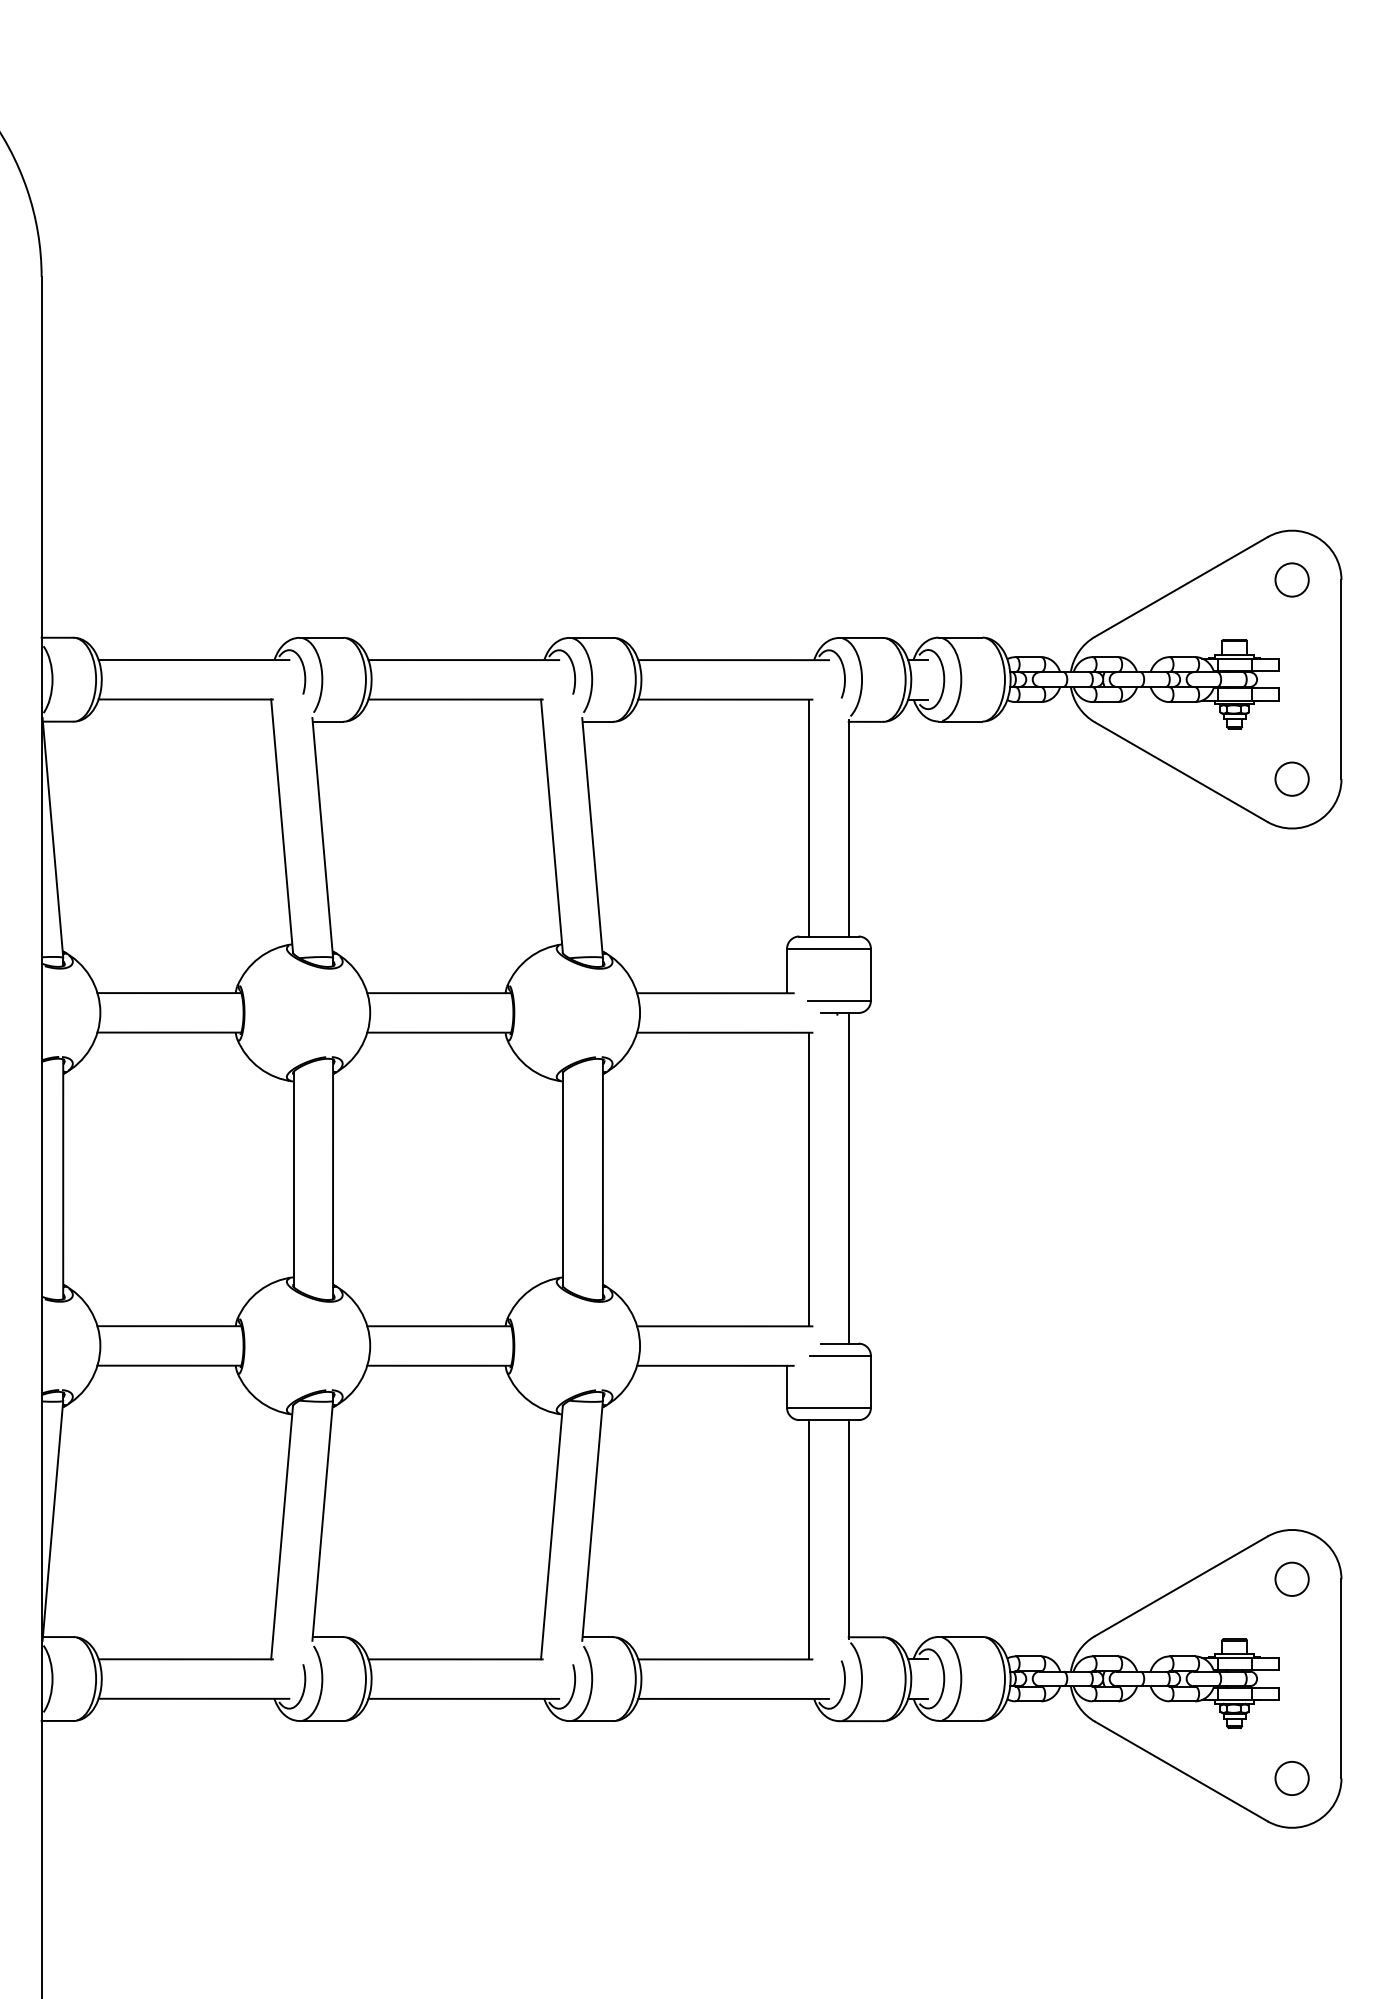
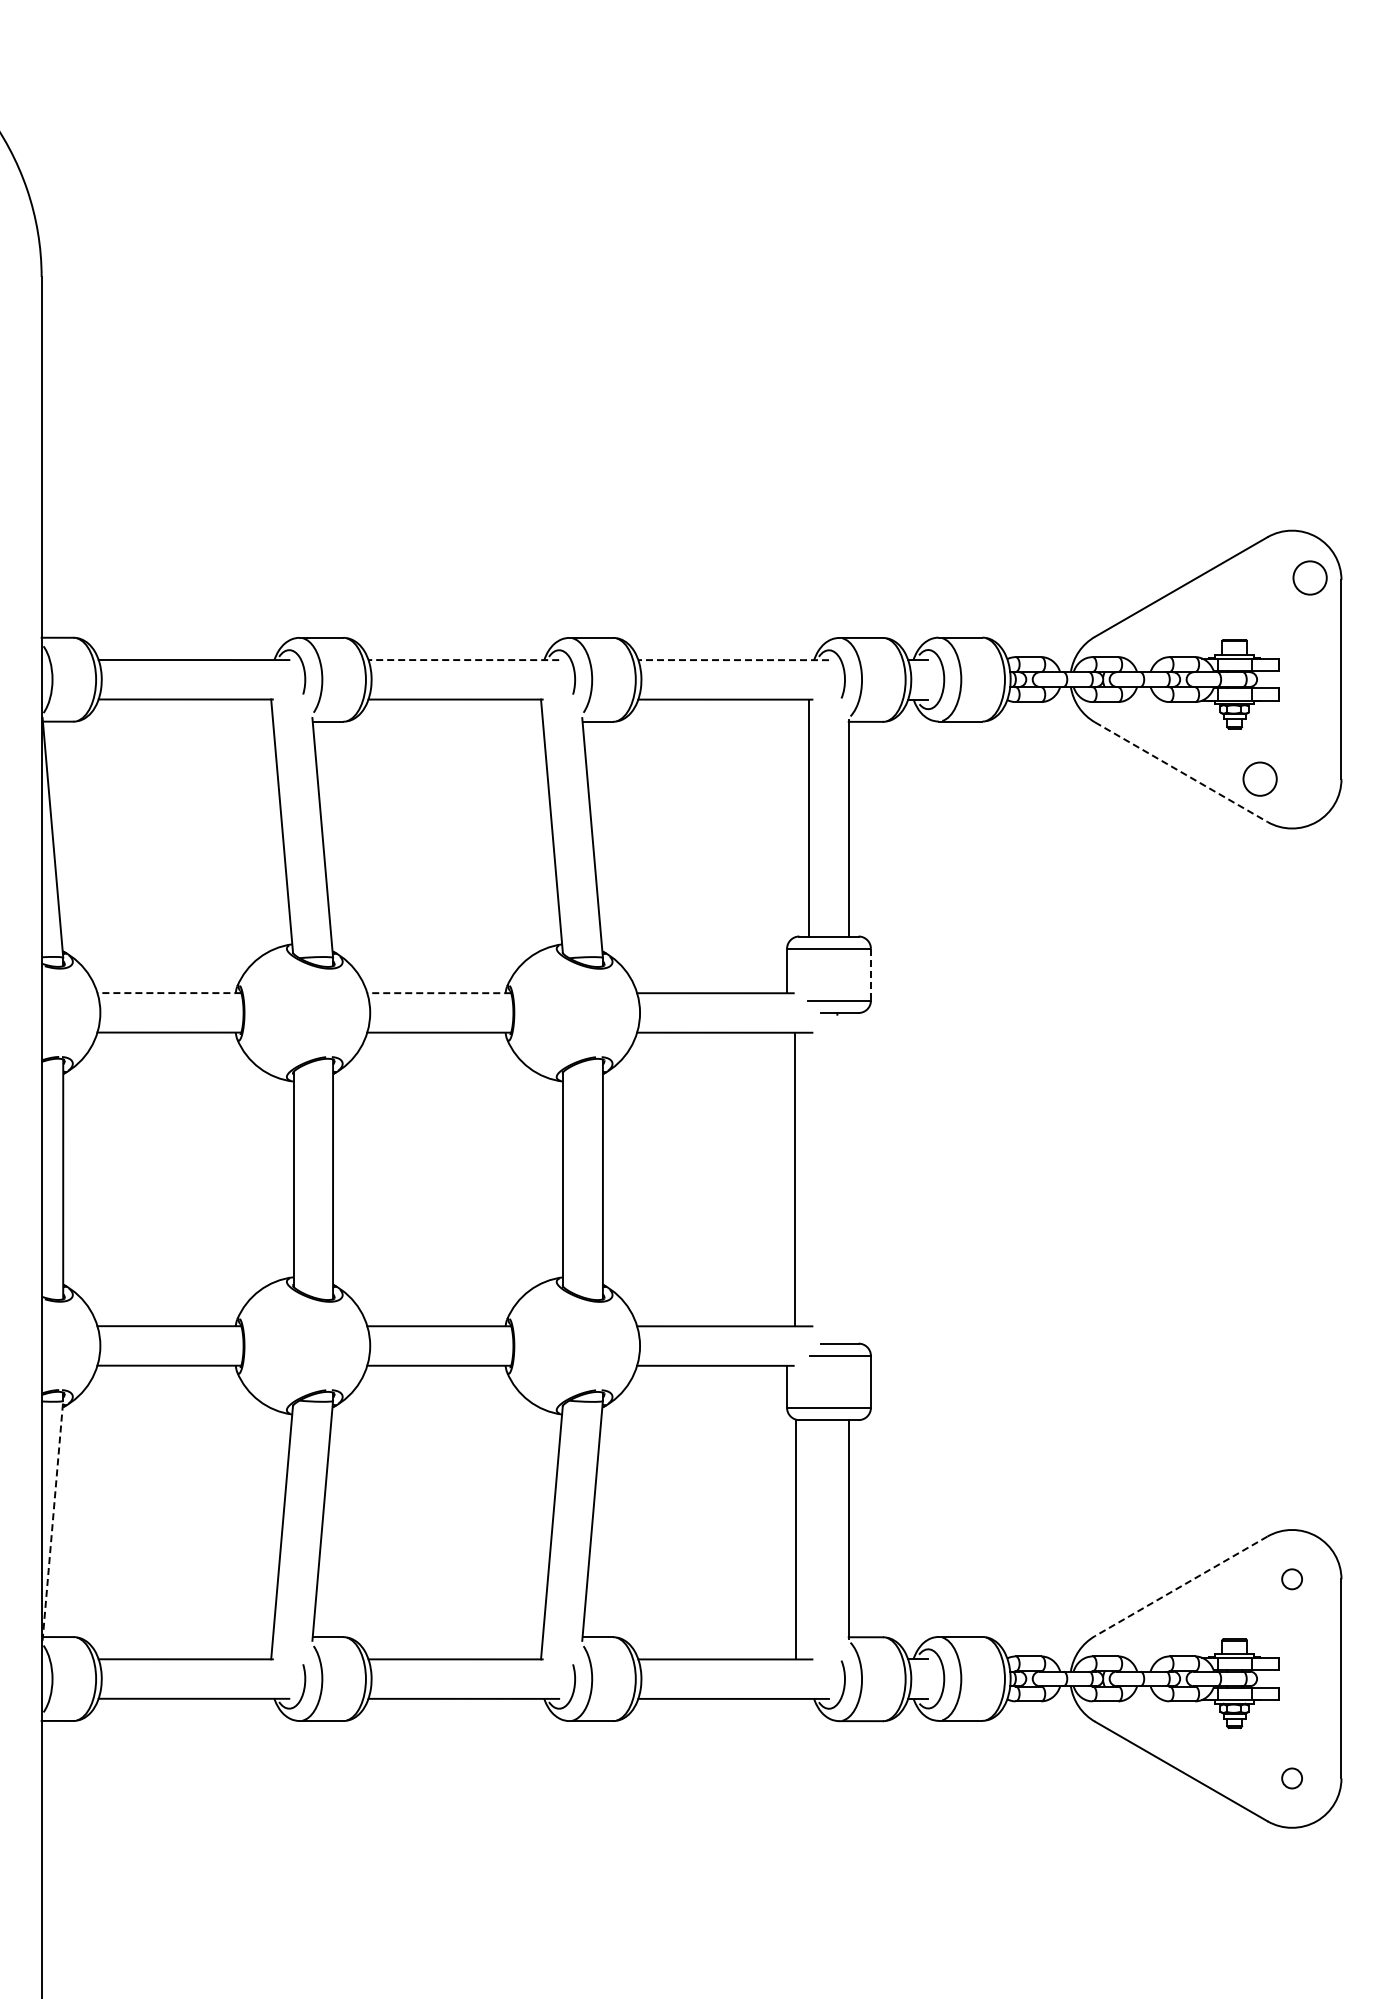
circle at (1291, 579) position: (1291, 579) -> (1309, 577)
line at (463, 660): solid -> dashed
line at (733, 660): solid -> dashed
line at (1181, 772): solid -> dashed
circle at (1291, 778) position: (1291, 778) -> (1259, 778)
line at (870, 974): solid -> dashed
line at (169, 993): solid -> dashed
line at (439, 993): solid -> dashed
line at (848, 1178): present -> none
line at (809, 1179) position: (809, 1179) -> (795, 1179)
line at (52, 1520): solid -> dashed
line at (809, 1539) position: (809, 1539) -> (796, 1539)
circle at (1291, 1578) diameter: 33 px -> 20 px
line at (1181, 1586): solid -> dashed
circle at (1291, 1778) diameter: 33 px -> 20 px
